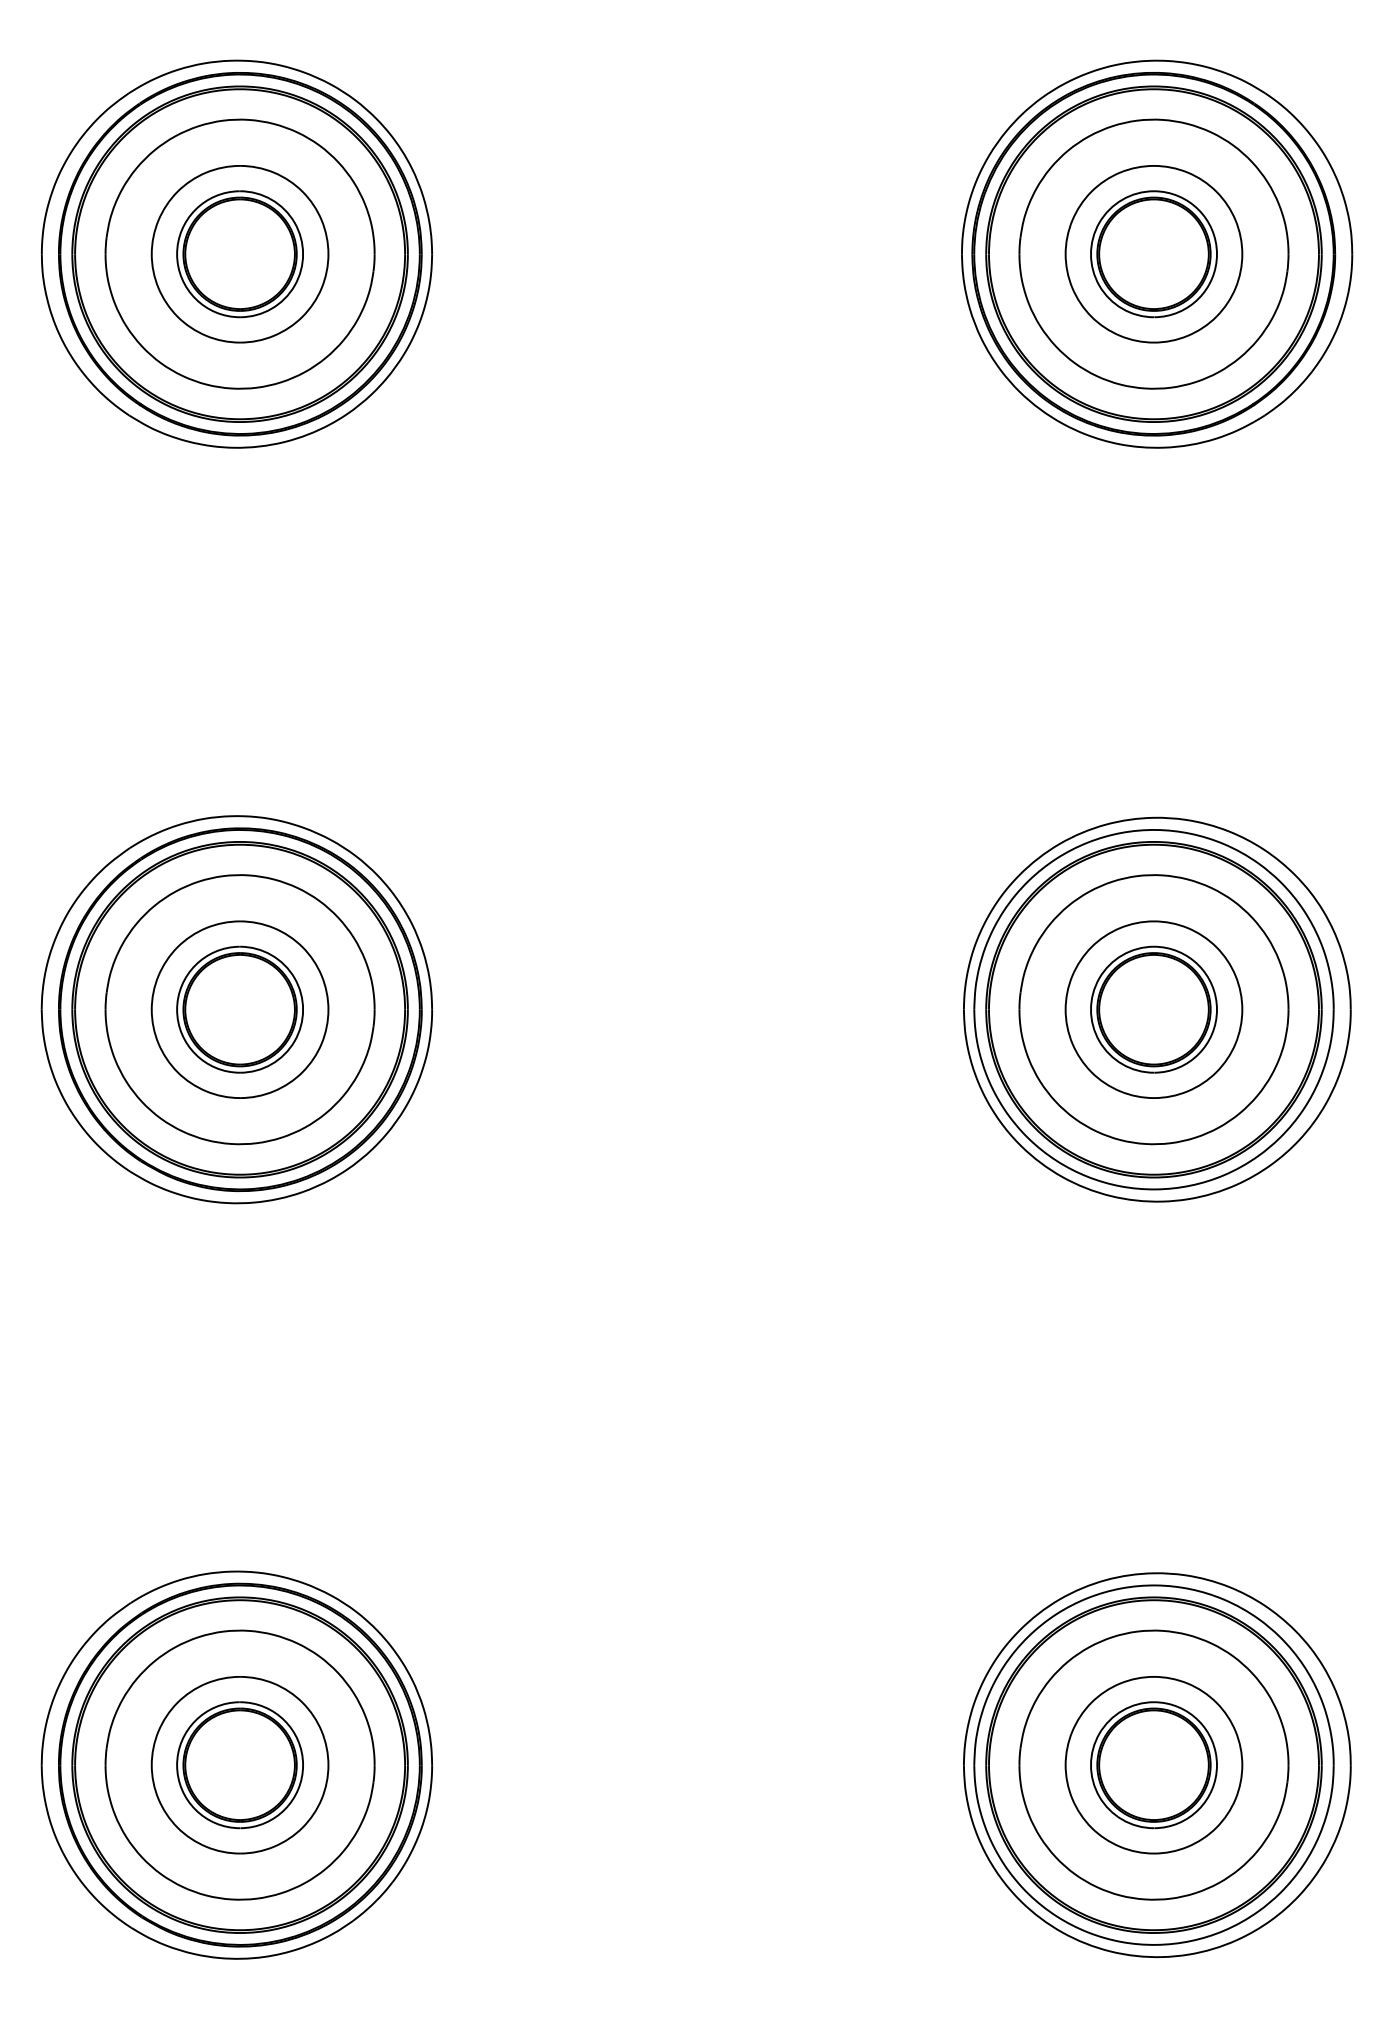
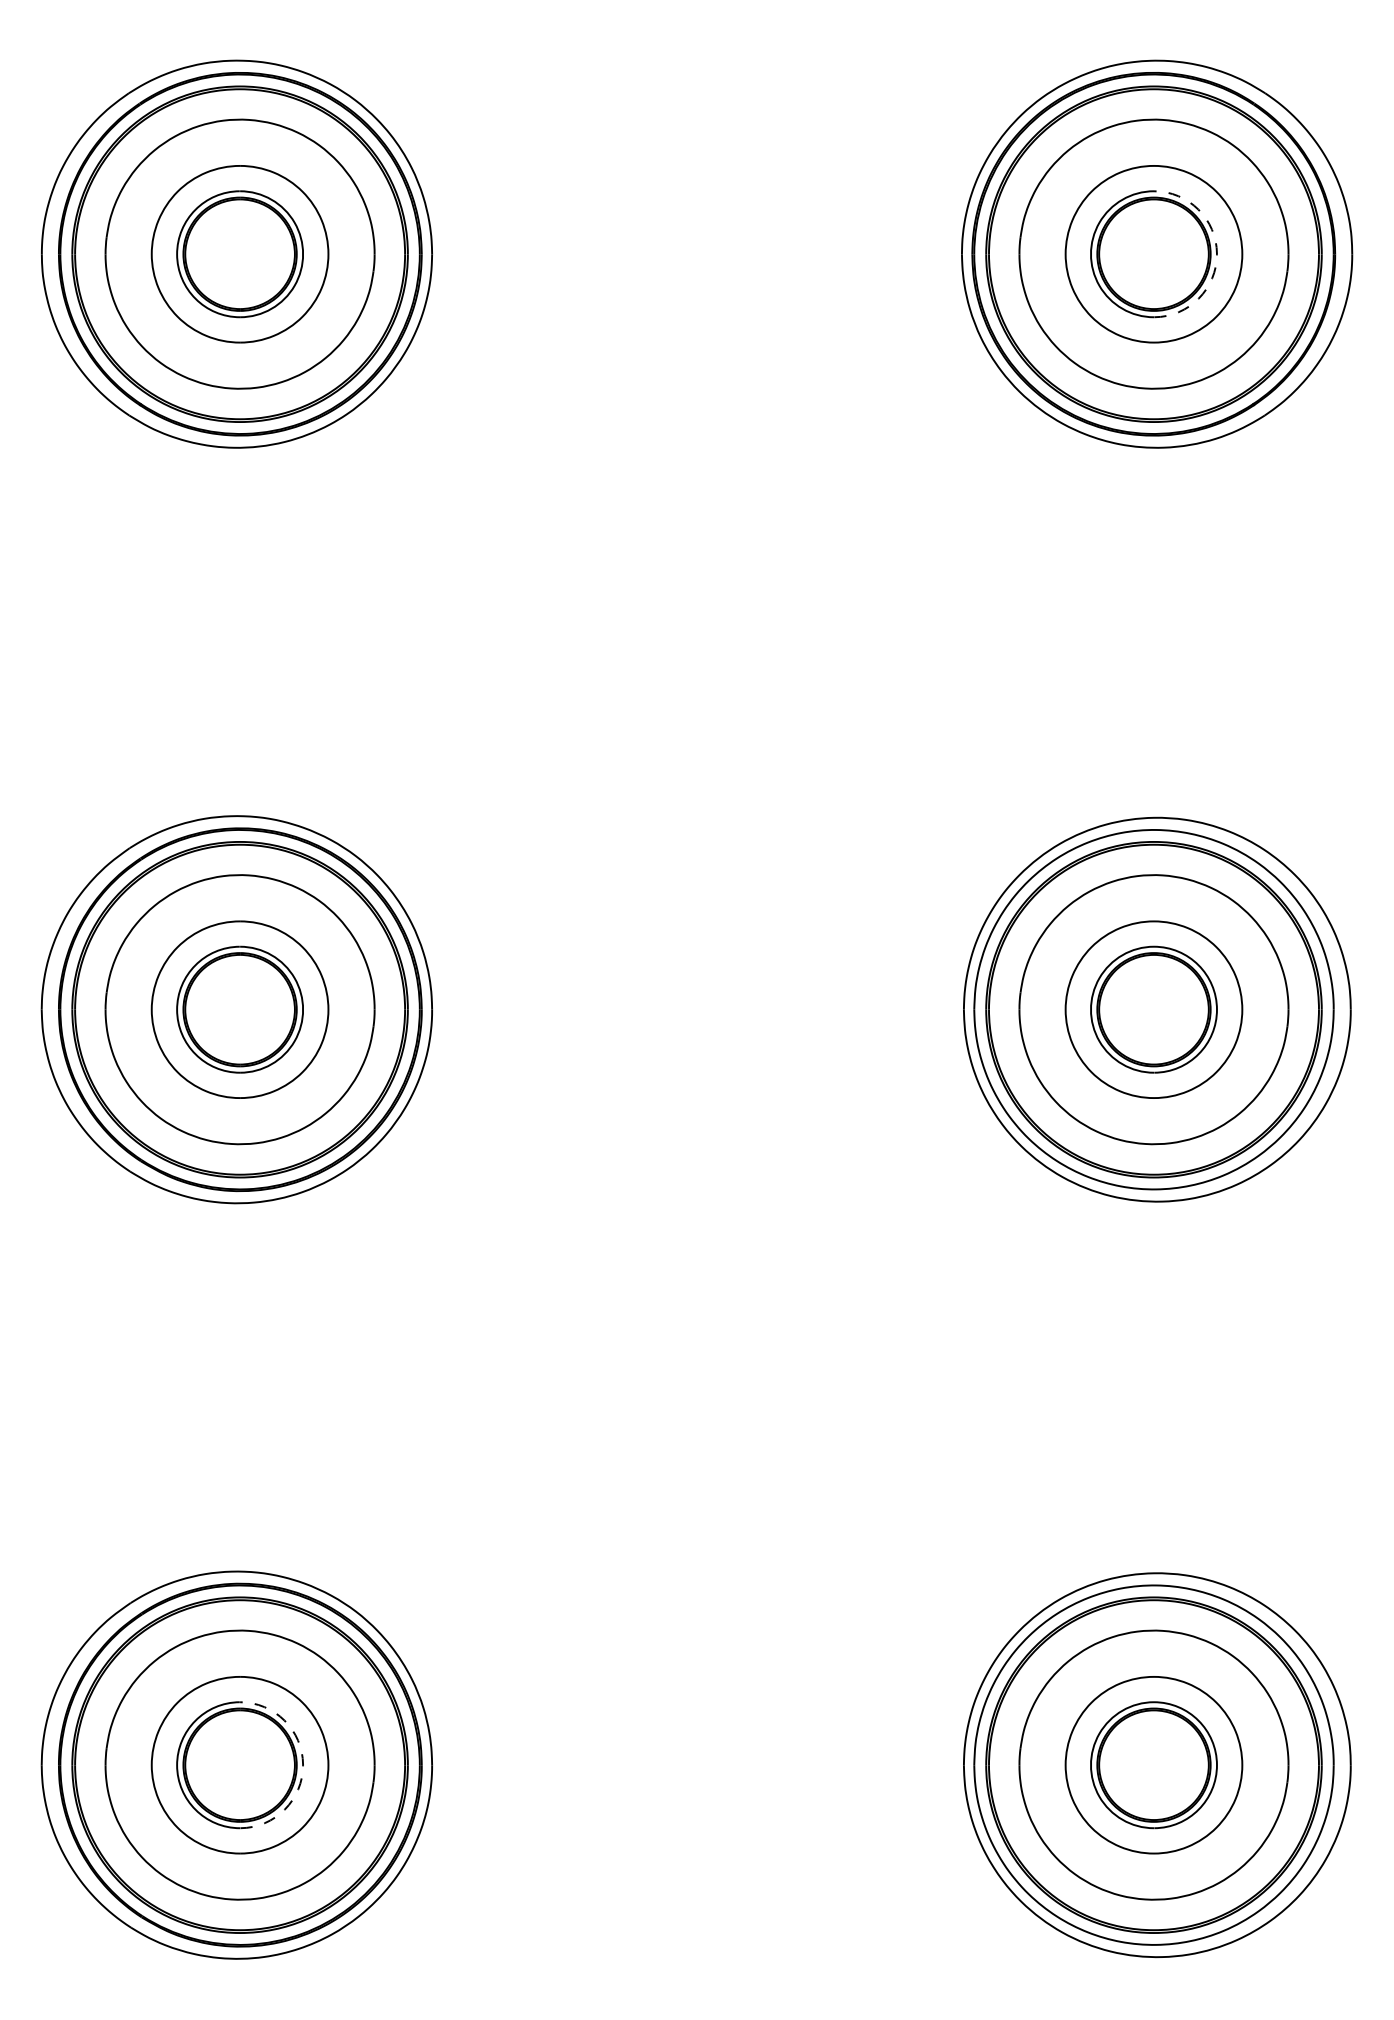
arc at (1216, 254): solid -> dashed
arc at (303, 1765): solid -> dashed
